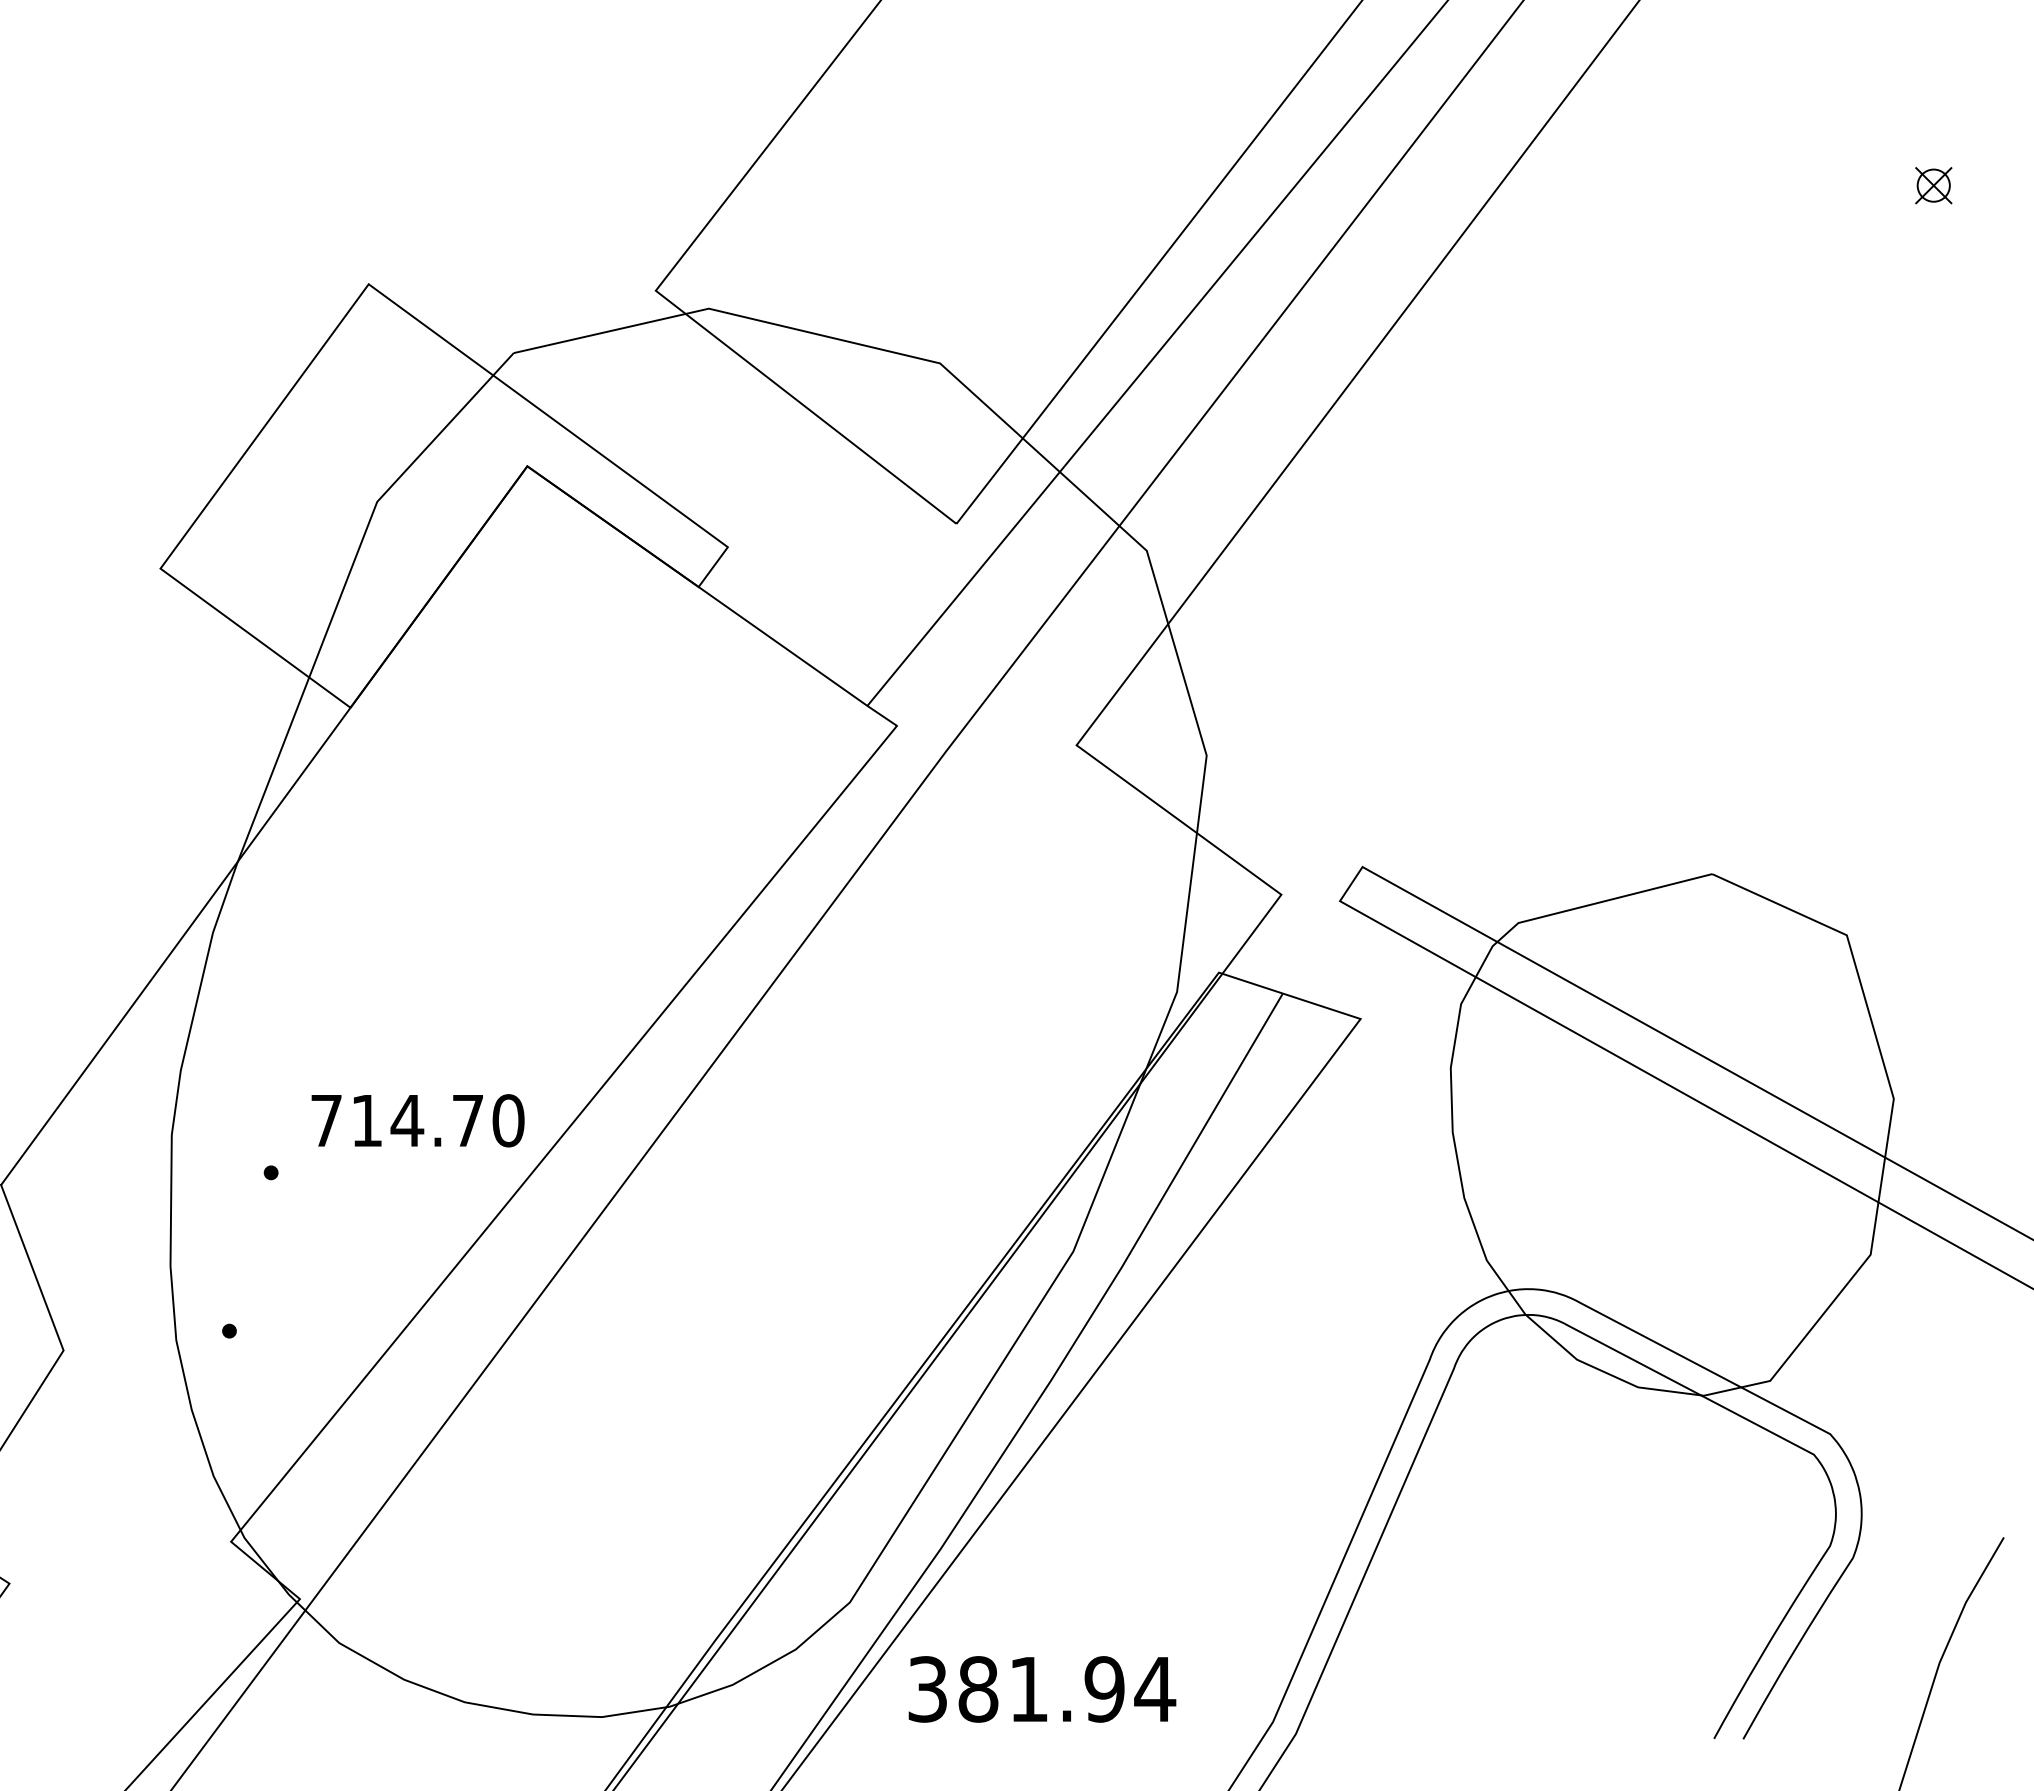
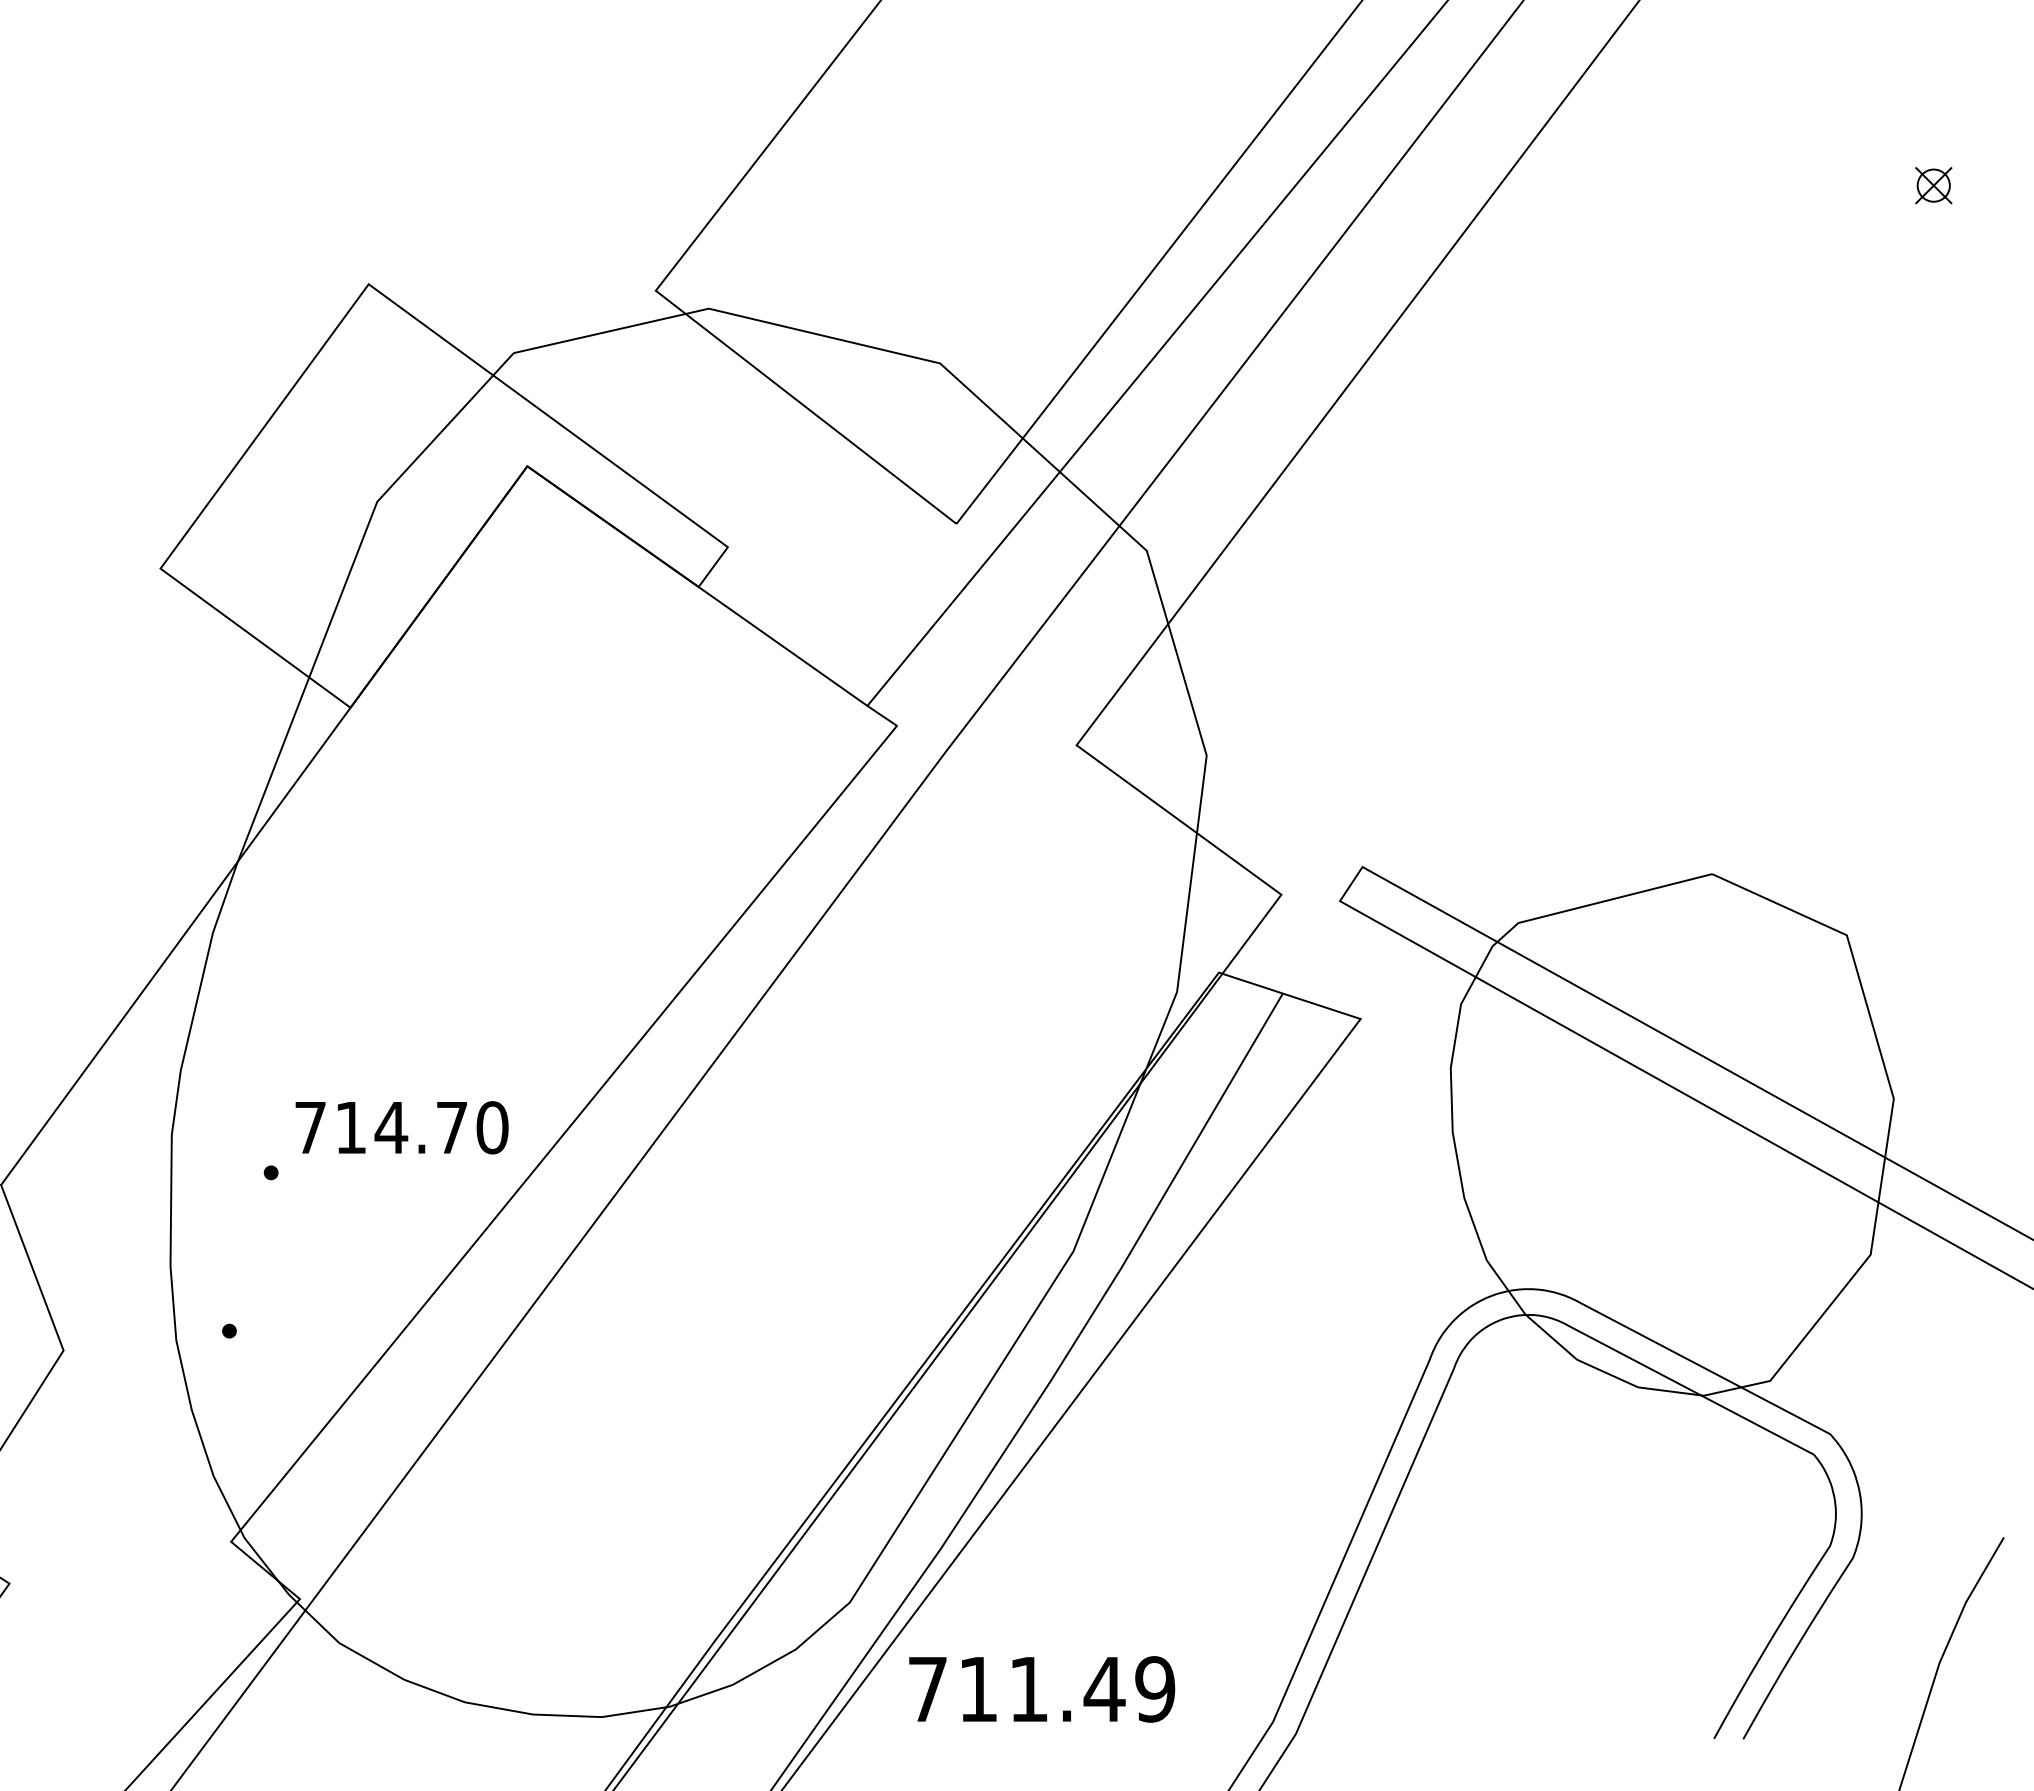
text at (417, 1120) position: (417, 1120) -> (401, 1127)
text at (1042, 1689): 381.94 -> 711.49
